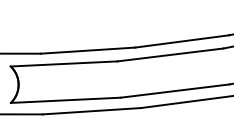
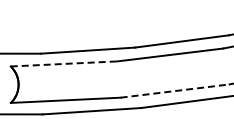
line at (64, 63): solid -> dashed
line at (175, 91): solid -> dashed
